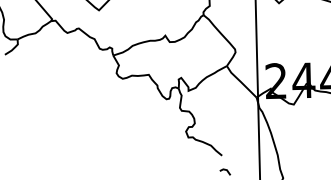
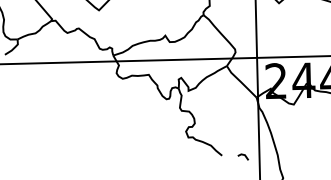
line at (164, 60): none -> present
line at (225, 170) position: (225, 170) -> (243, 155)
